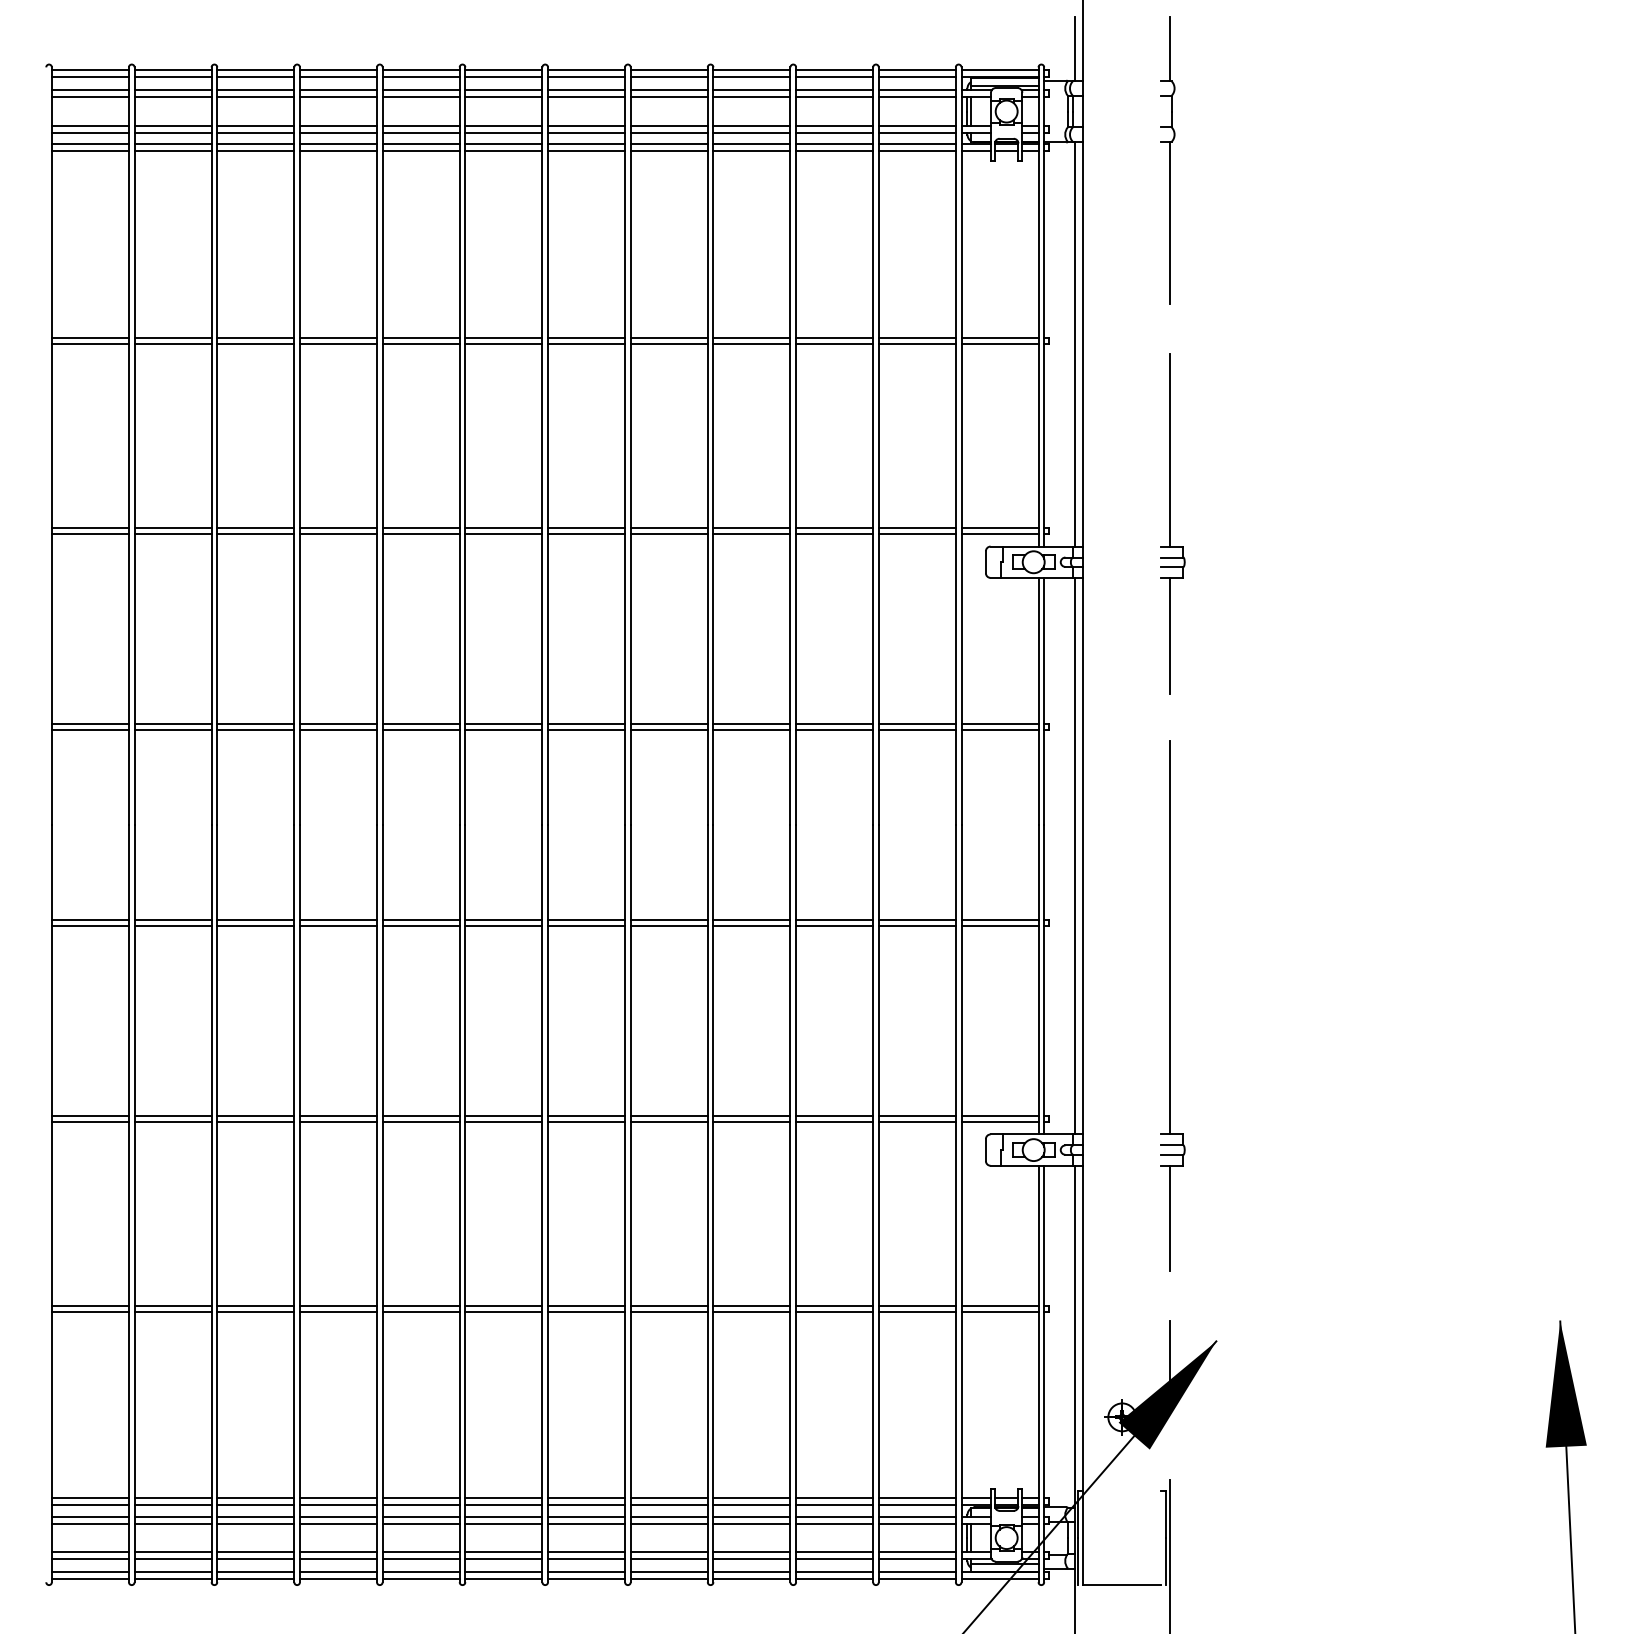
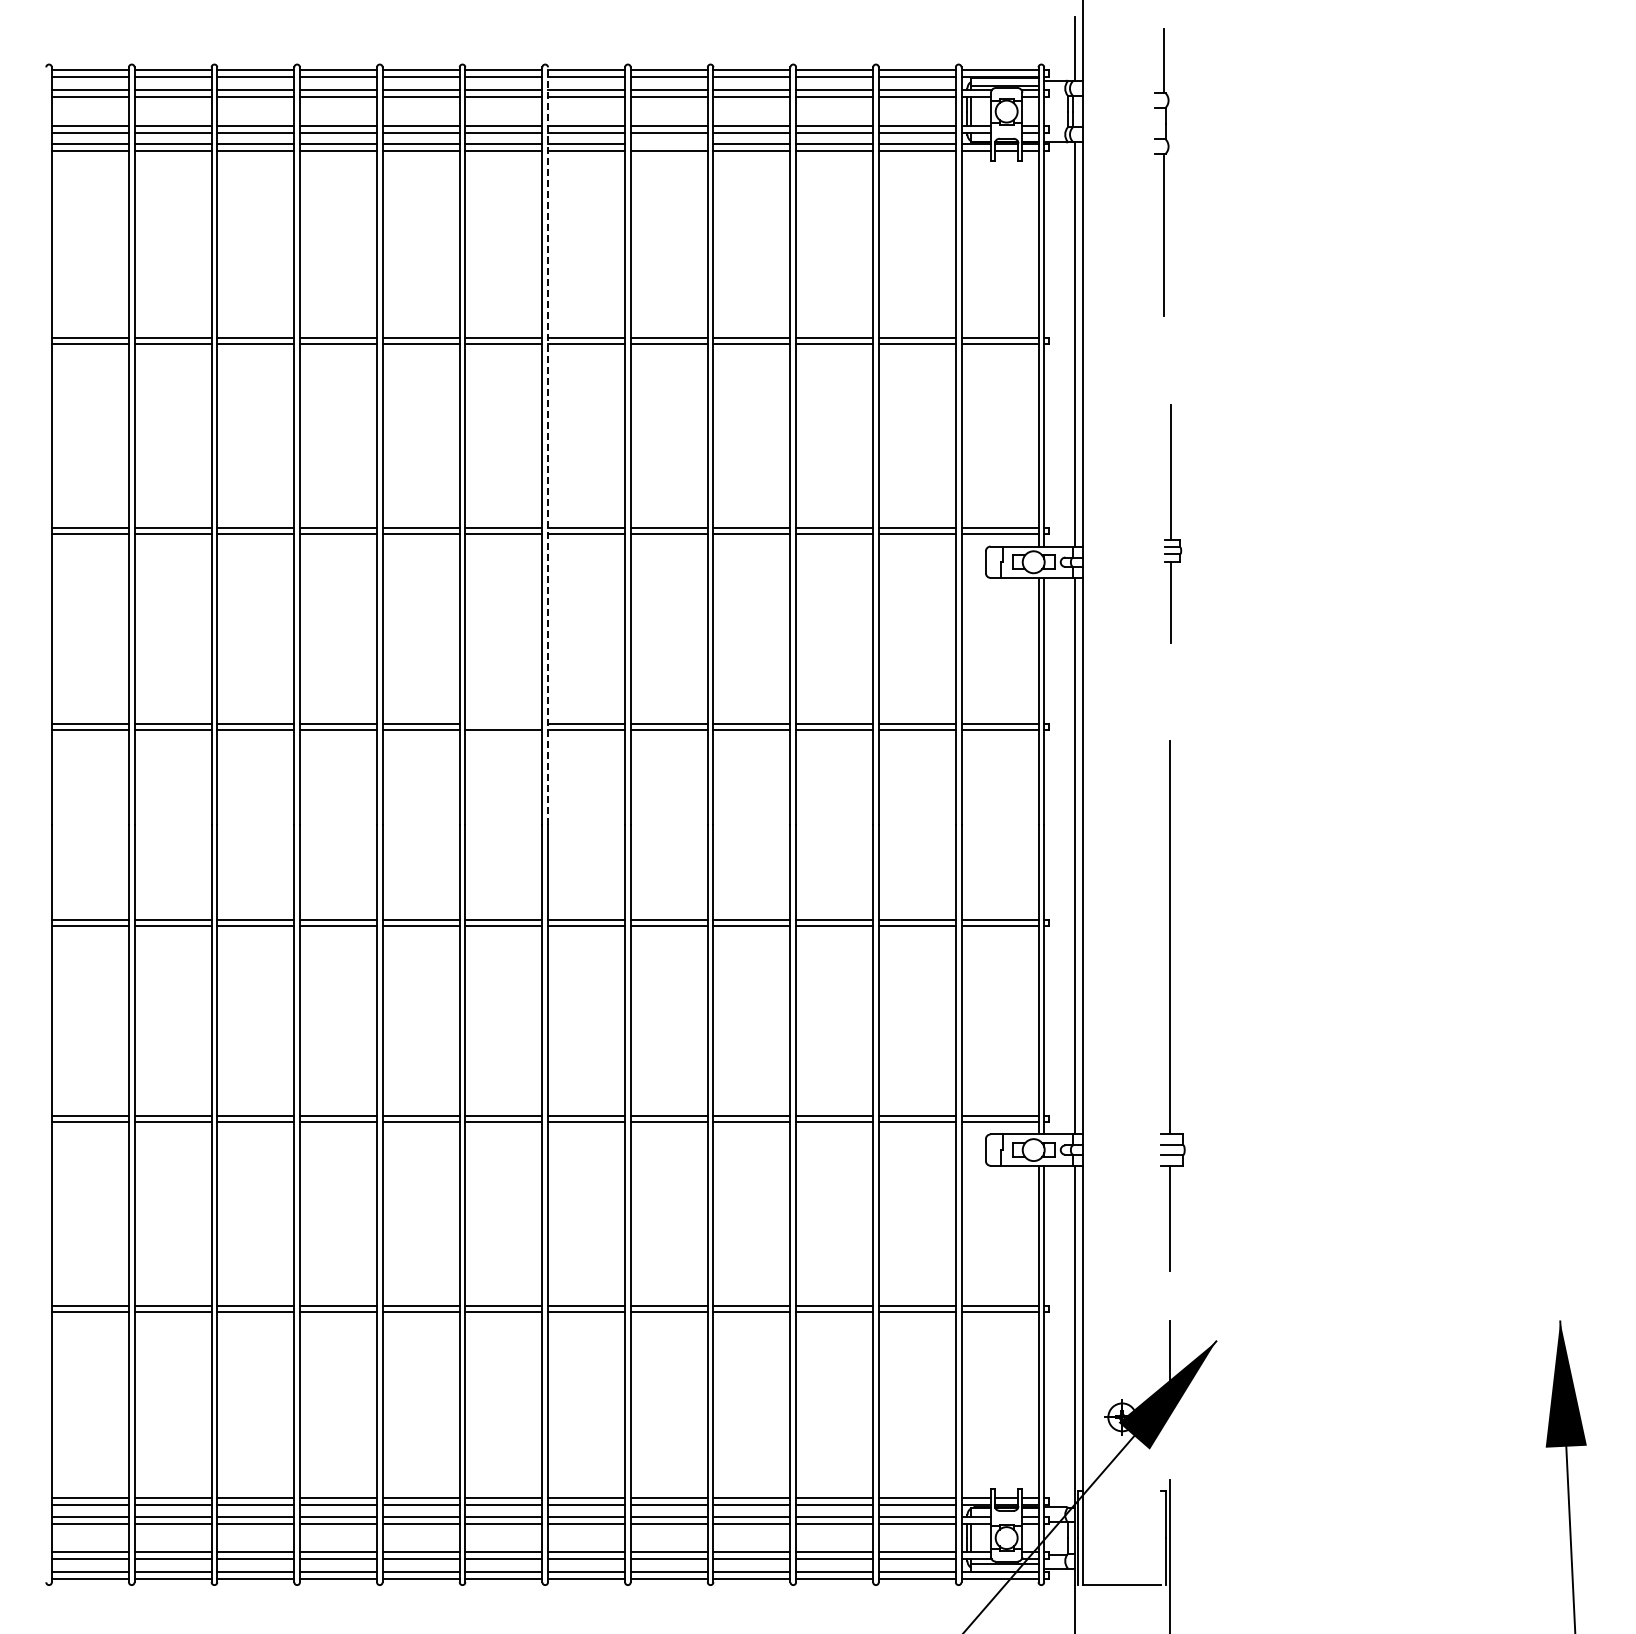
line at (668, 144): present -> none
part at (1167, 160) position: (1167, 160) -> (1161, 172)
line at (548, 446): solid -> dashed
part at (1172, 523) size: 26x342 px -> 19x240 px
line at (503, 724): present -> none
